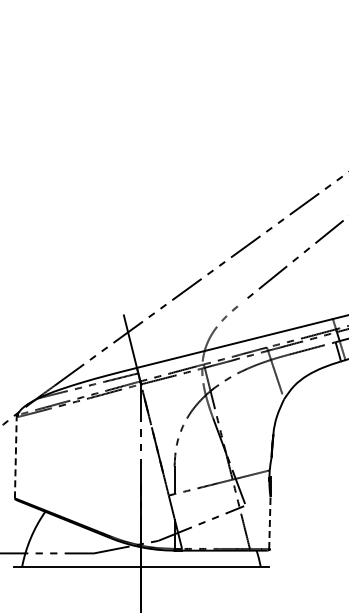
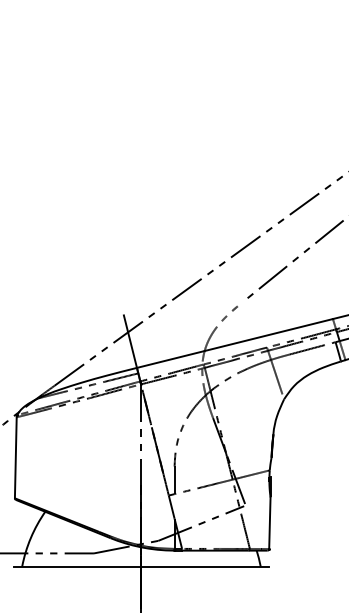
line at (15, 457): dashed -> solid
line at (269, 523): dashed -> solid
